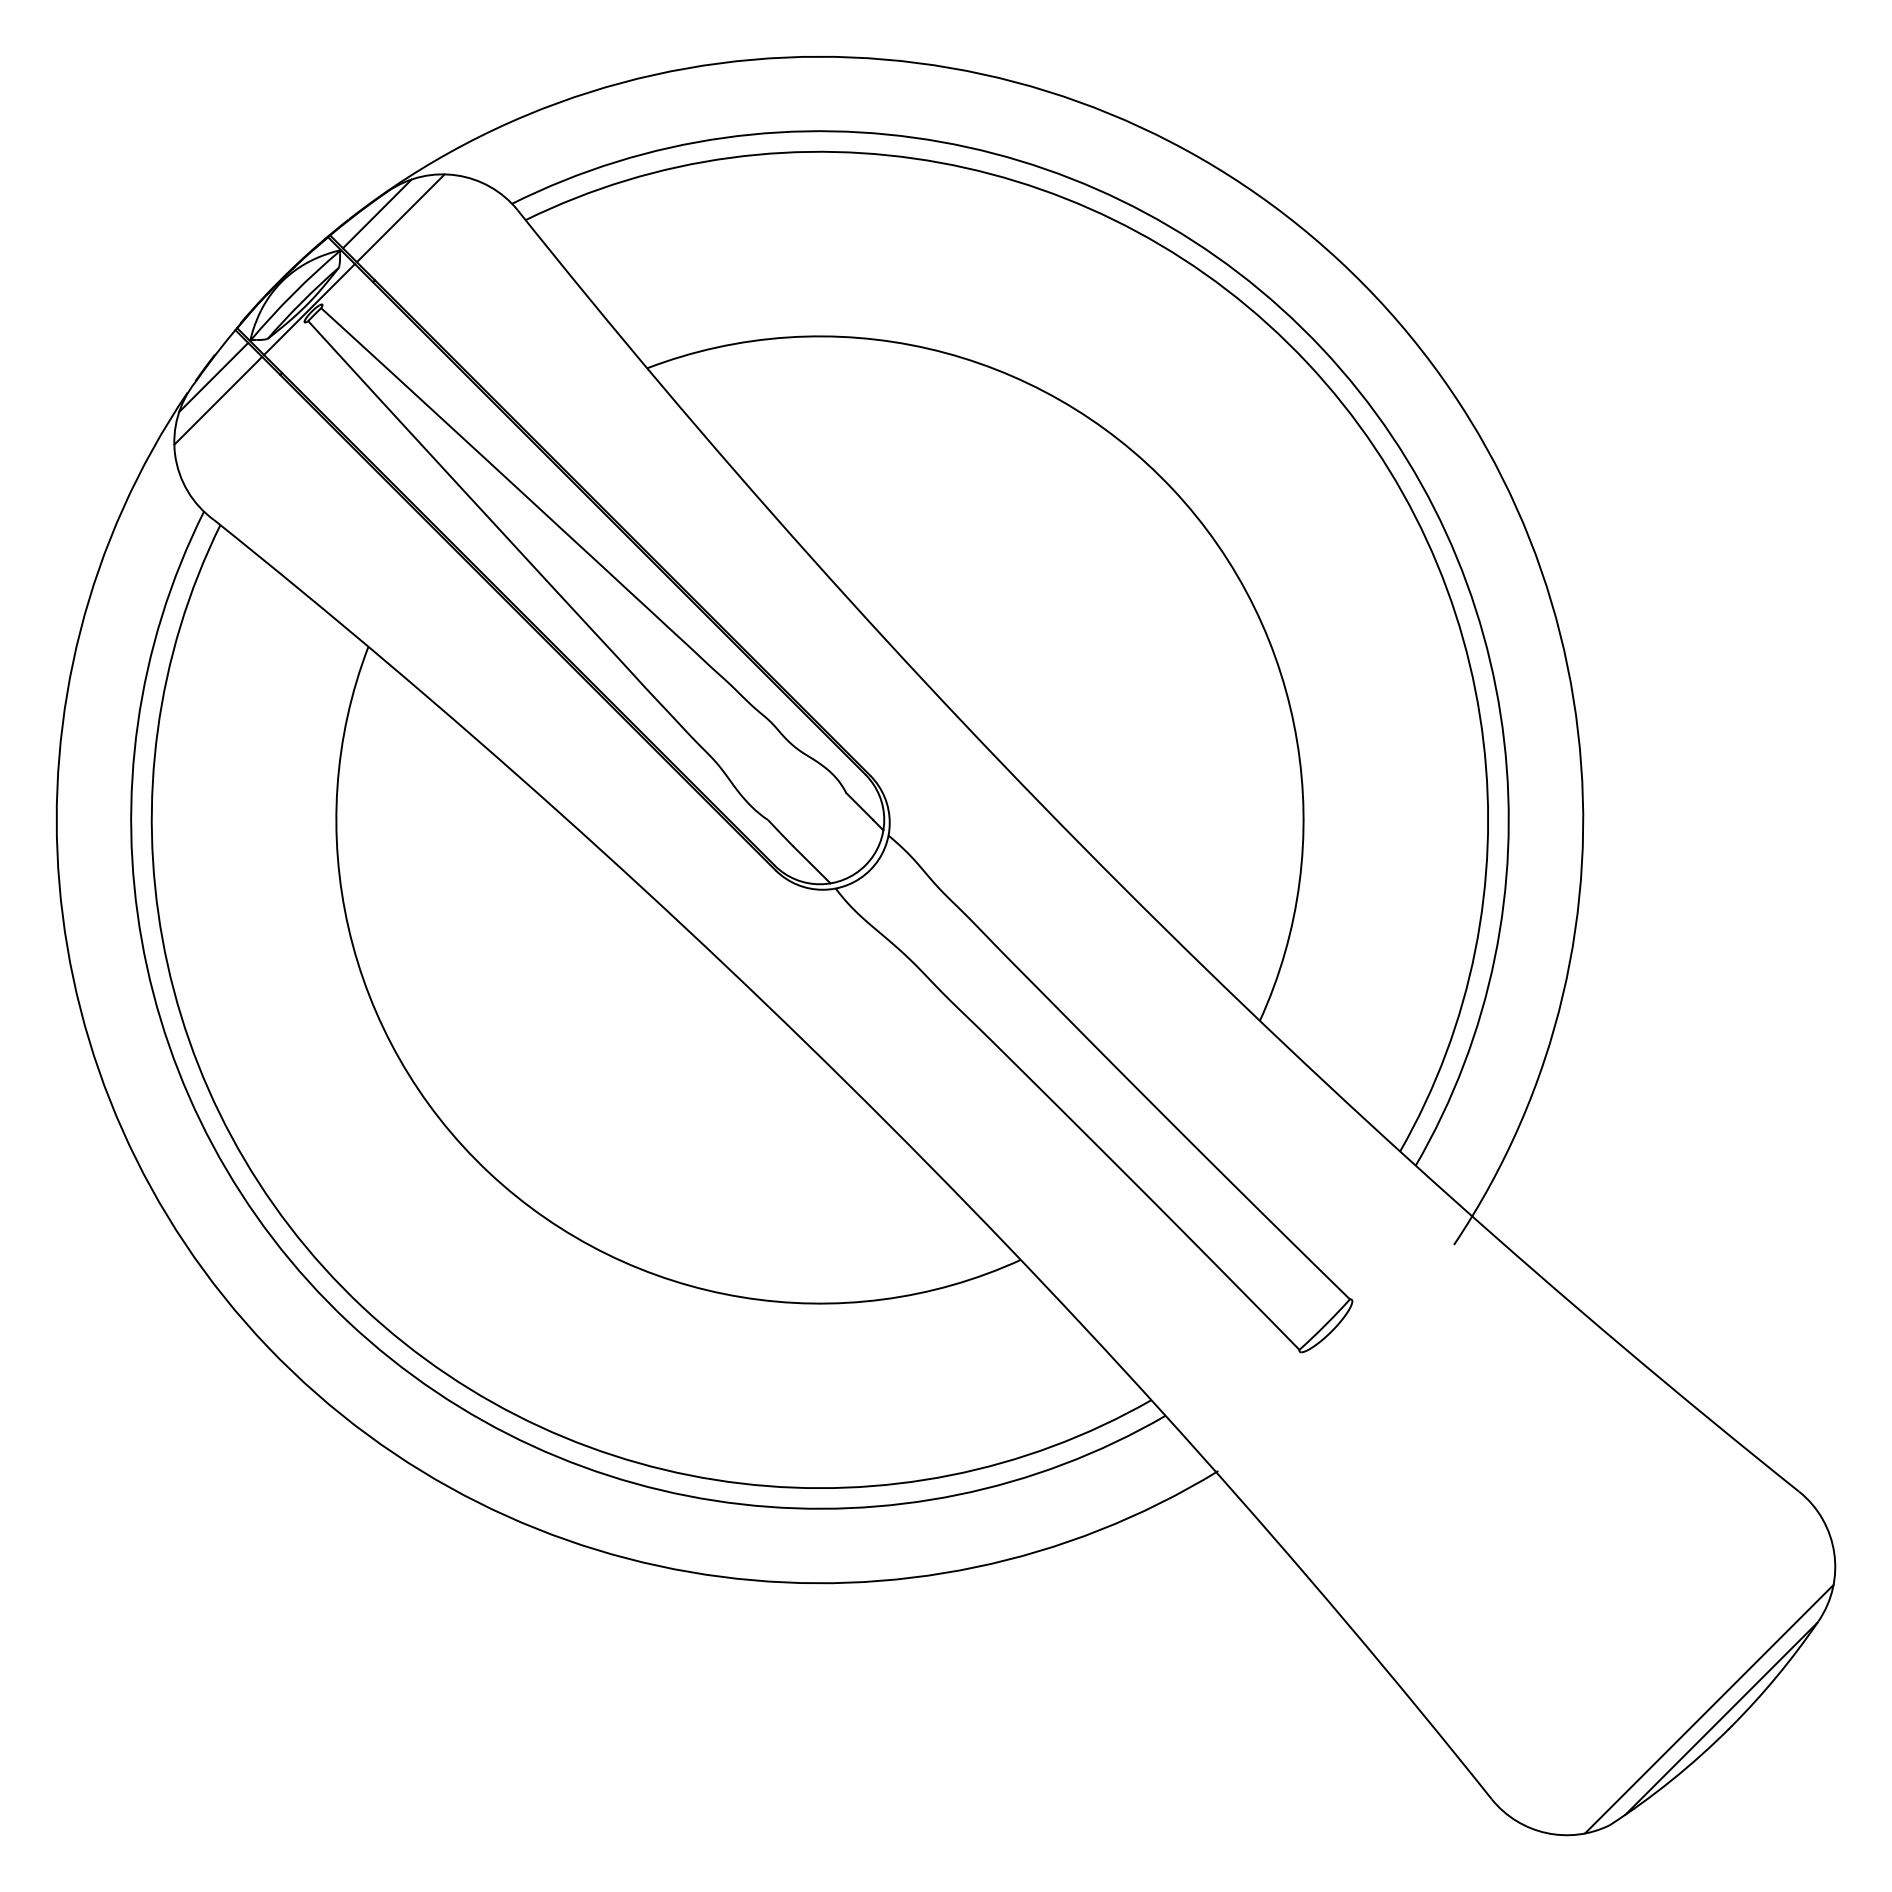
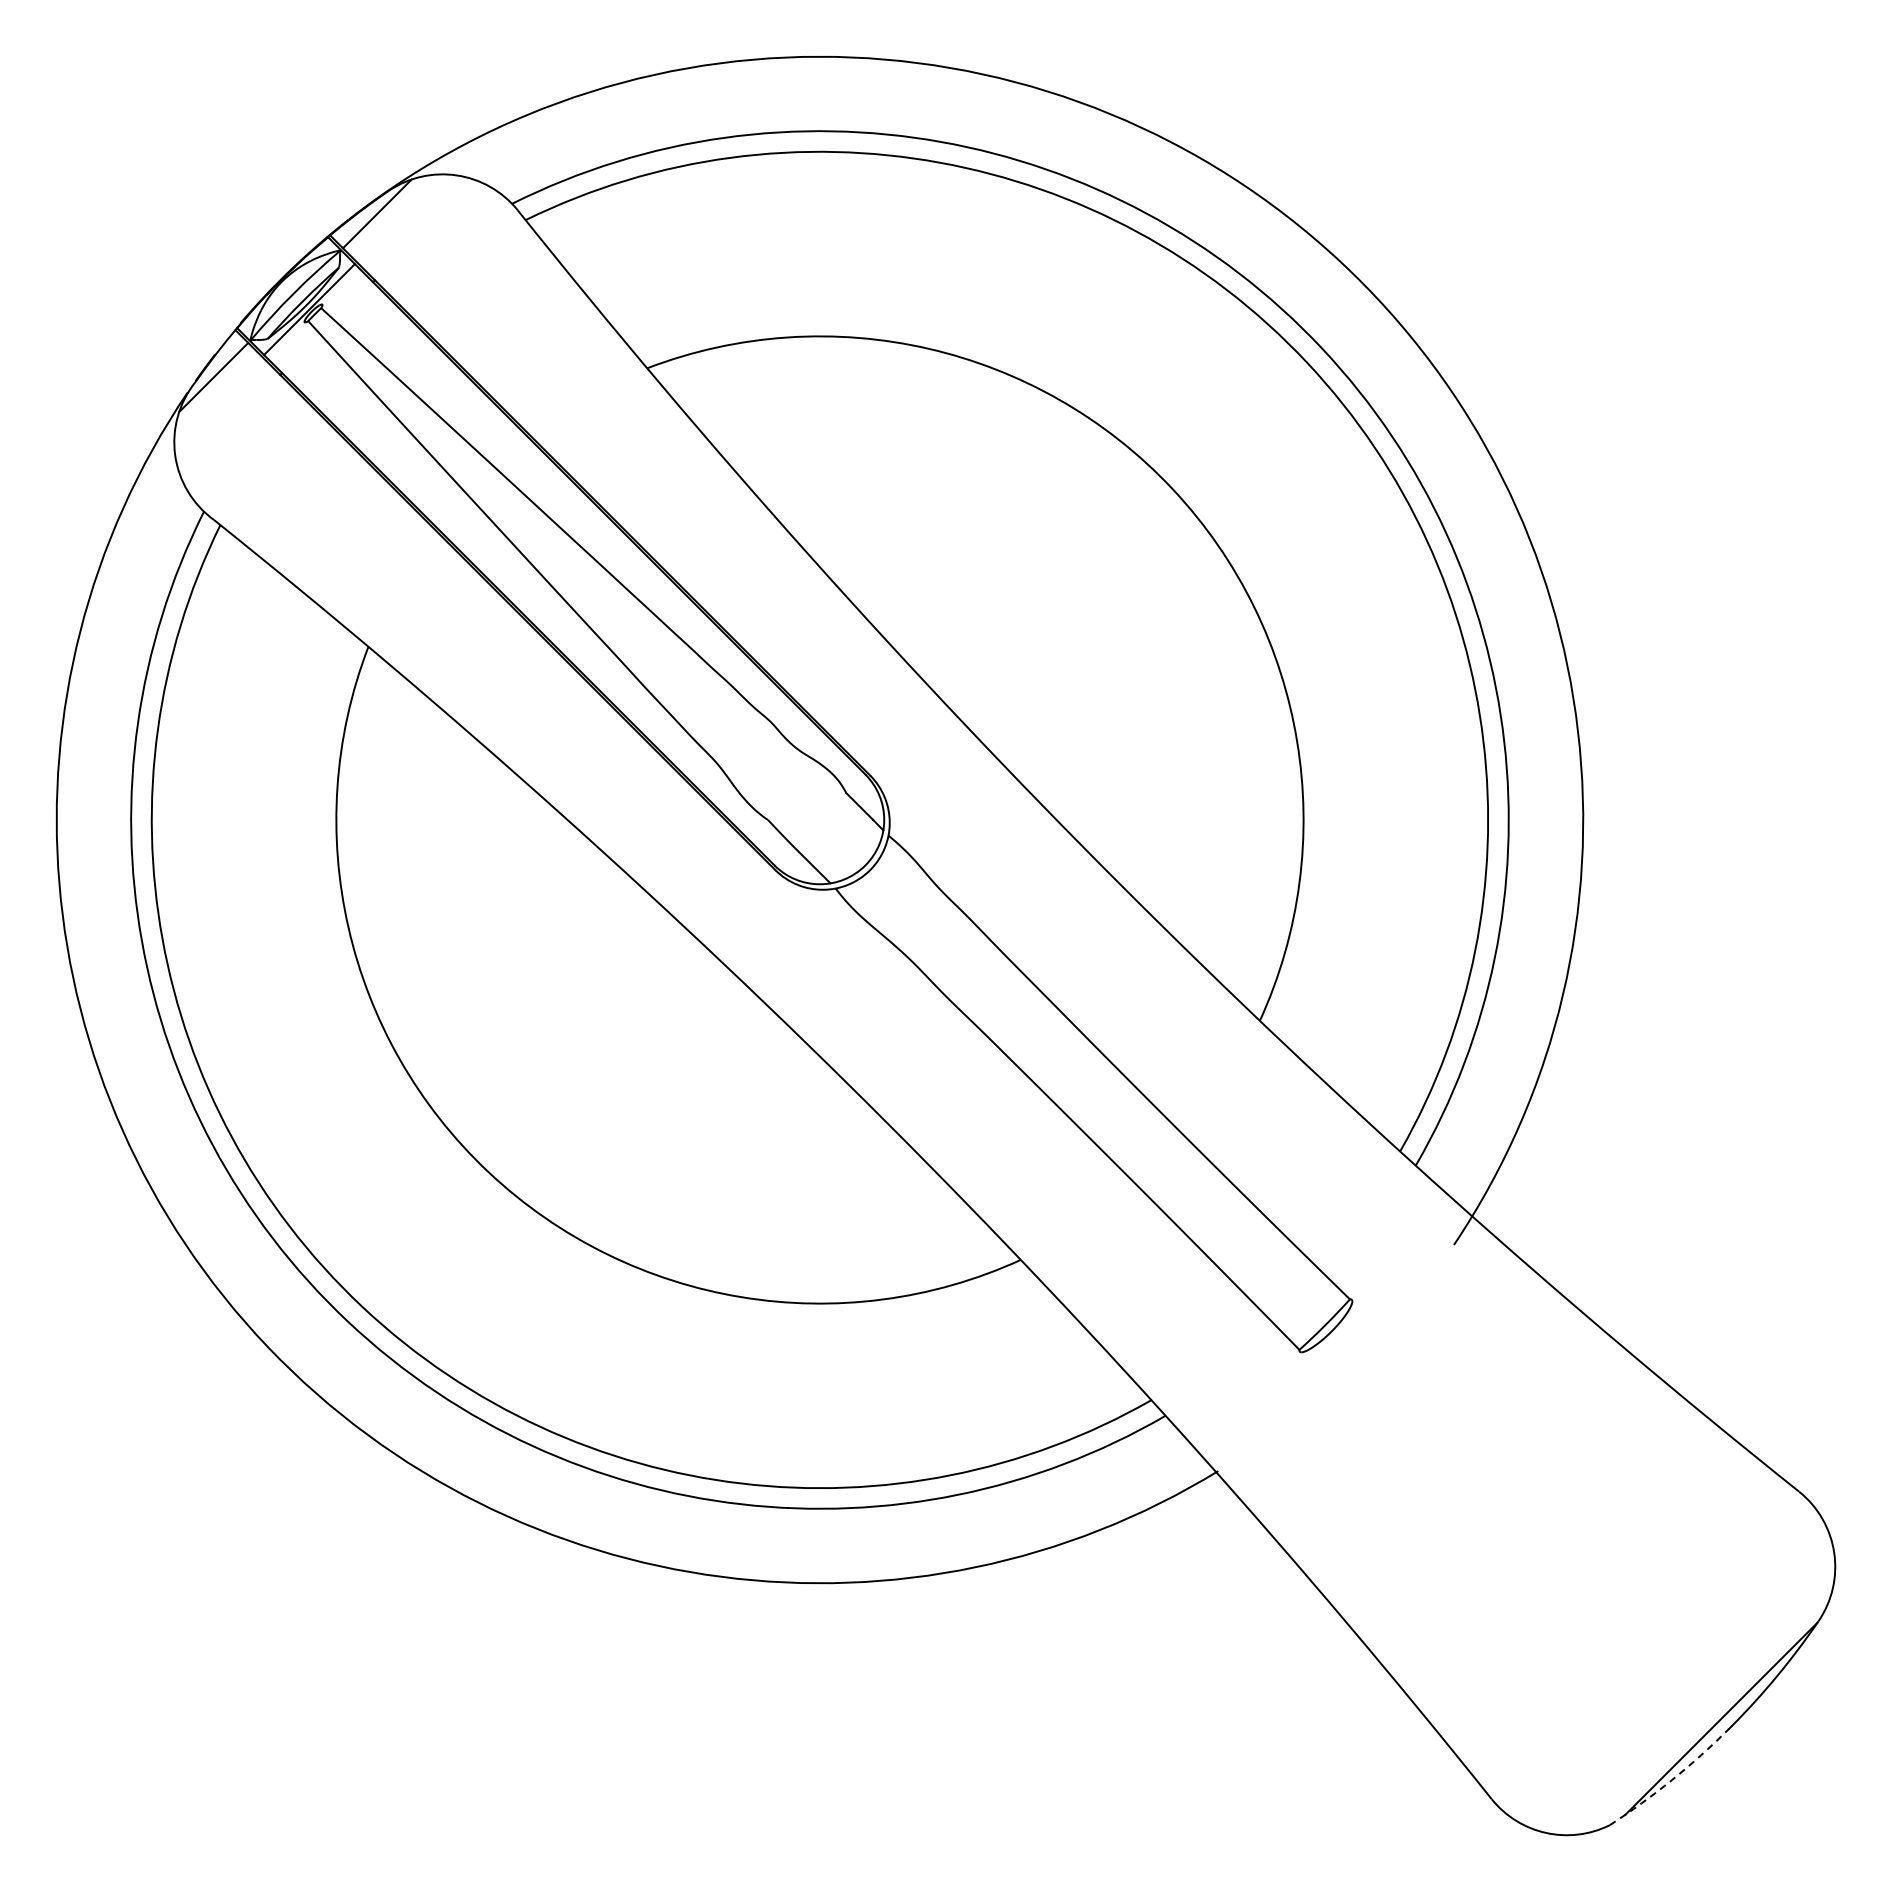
line at (400, 218): present -> none
line at (218, 400): present -> none
line at (1708, 1709): present -> none
arc at (1671, 1780): solid -> dashed
